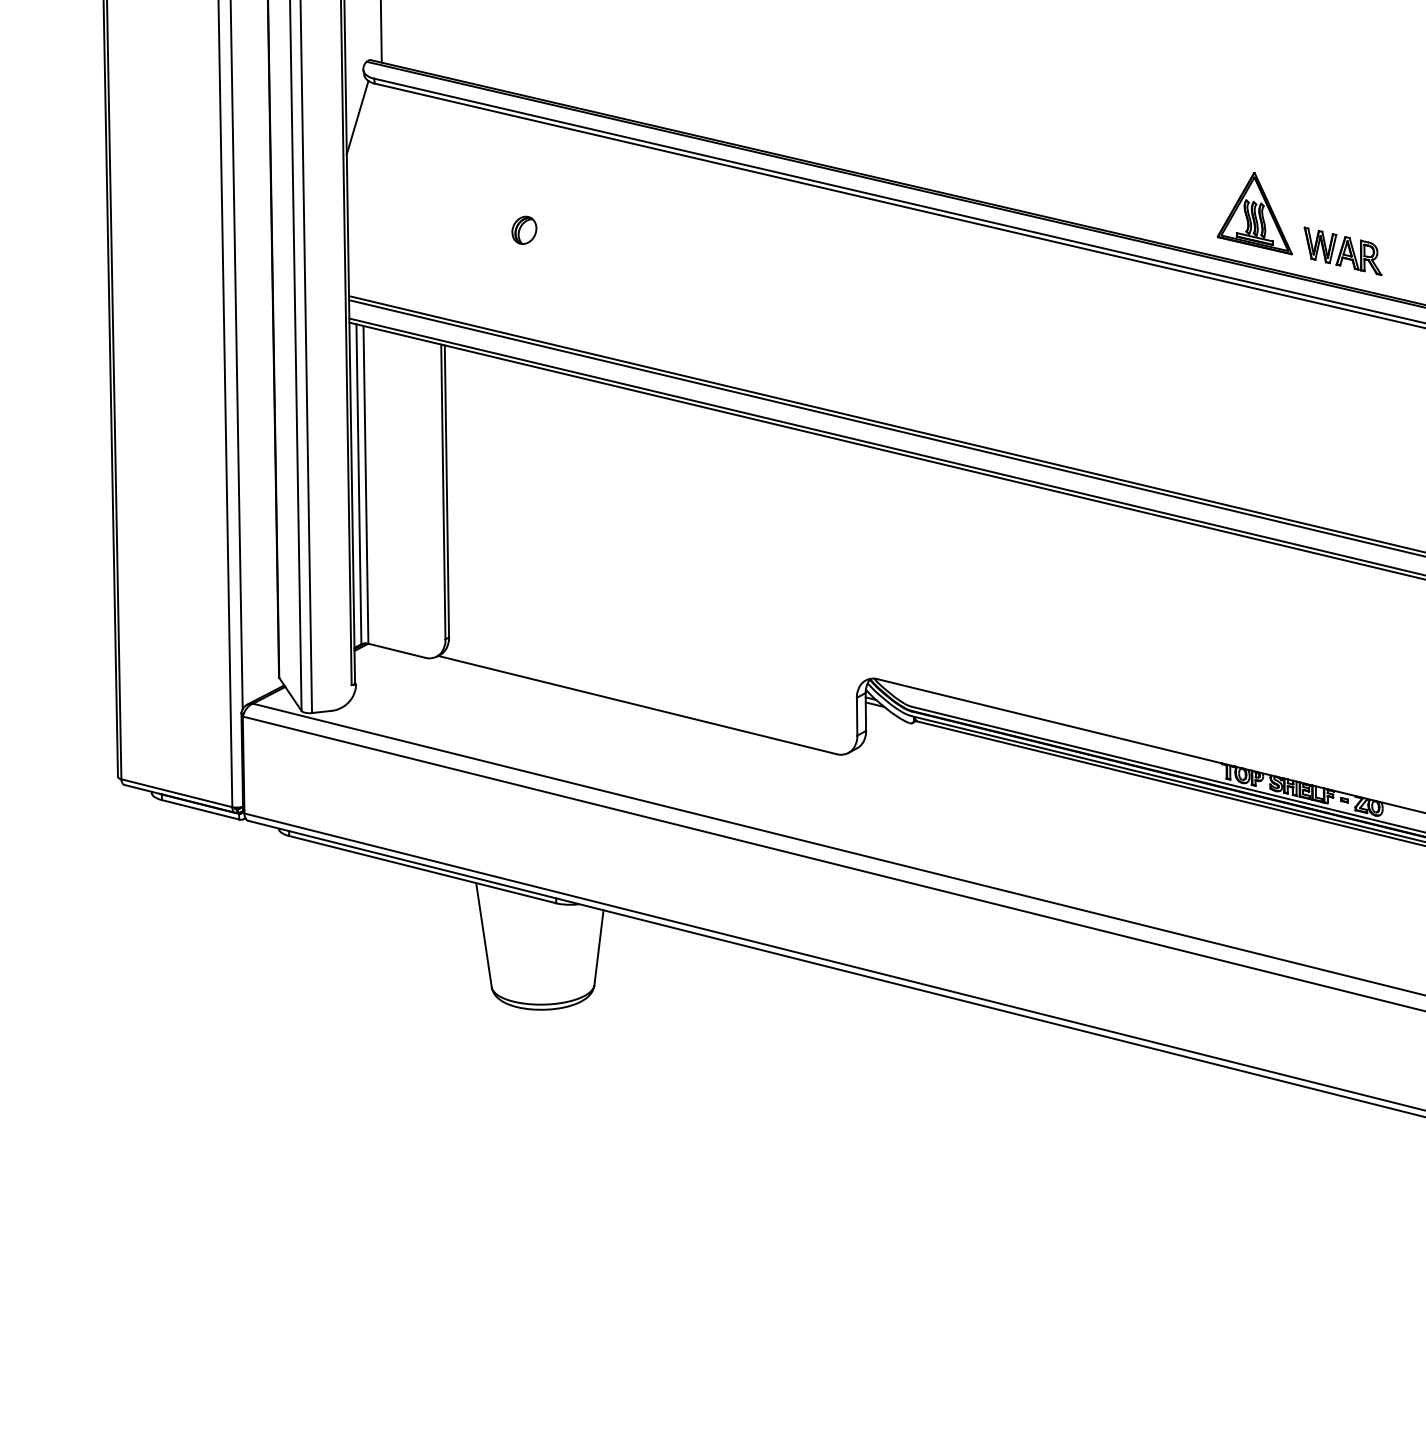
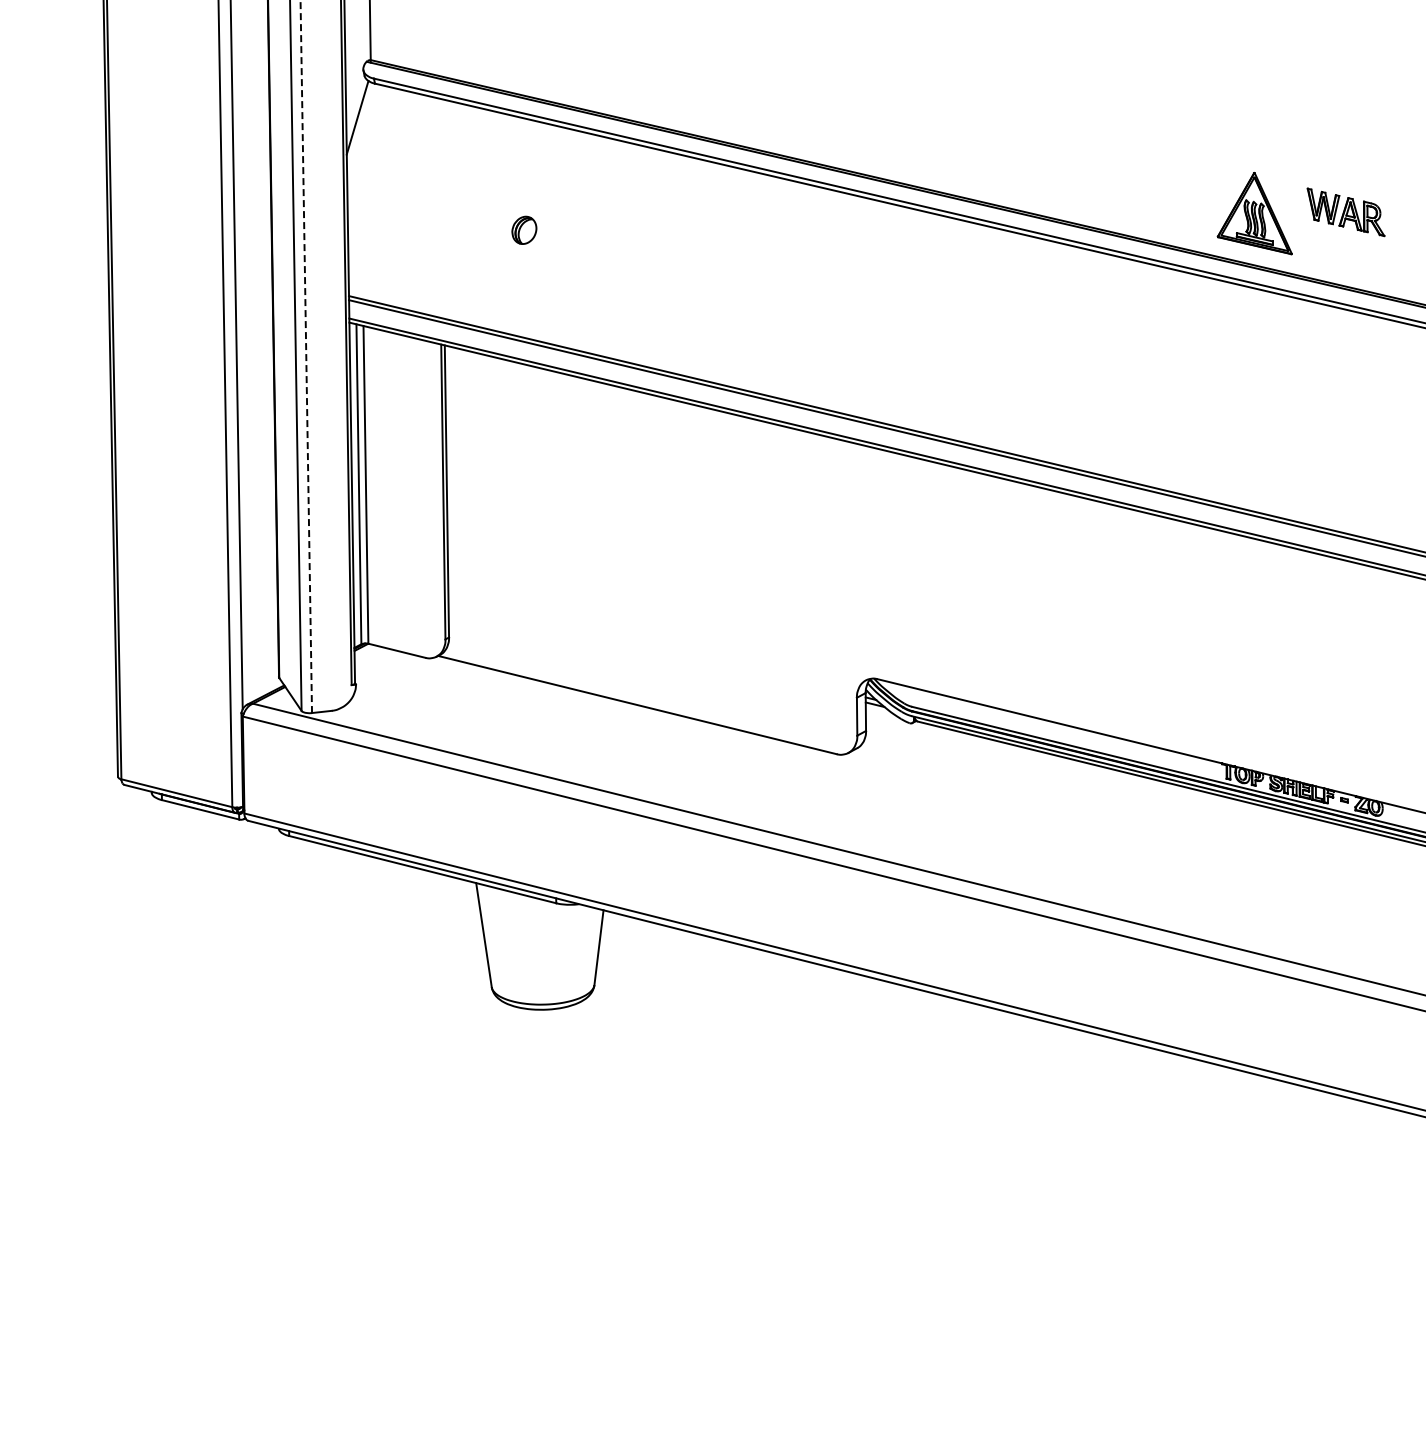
line at (380, 32) position: (380, 32) -> (369, 32)
part at (1342, 251) position: (1342, 251) -> (1345, 212)
line at (306, 356): solid -> dashed
